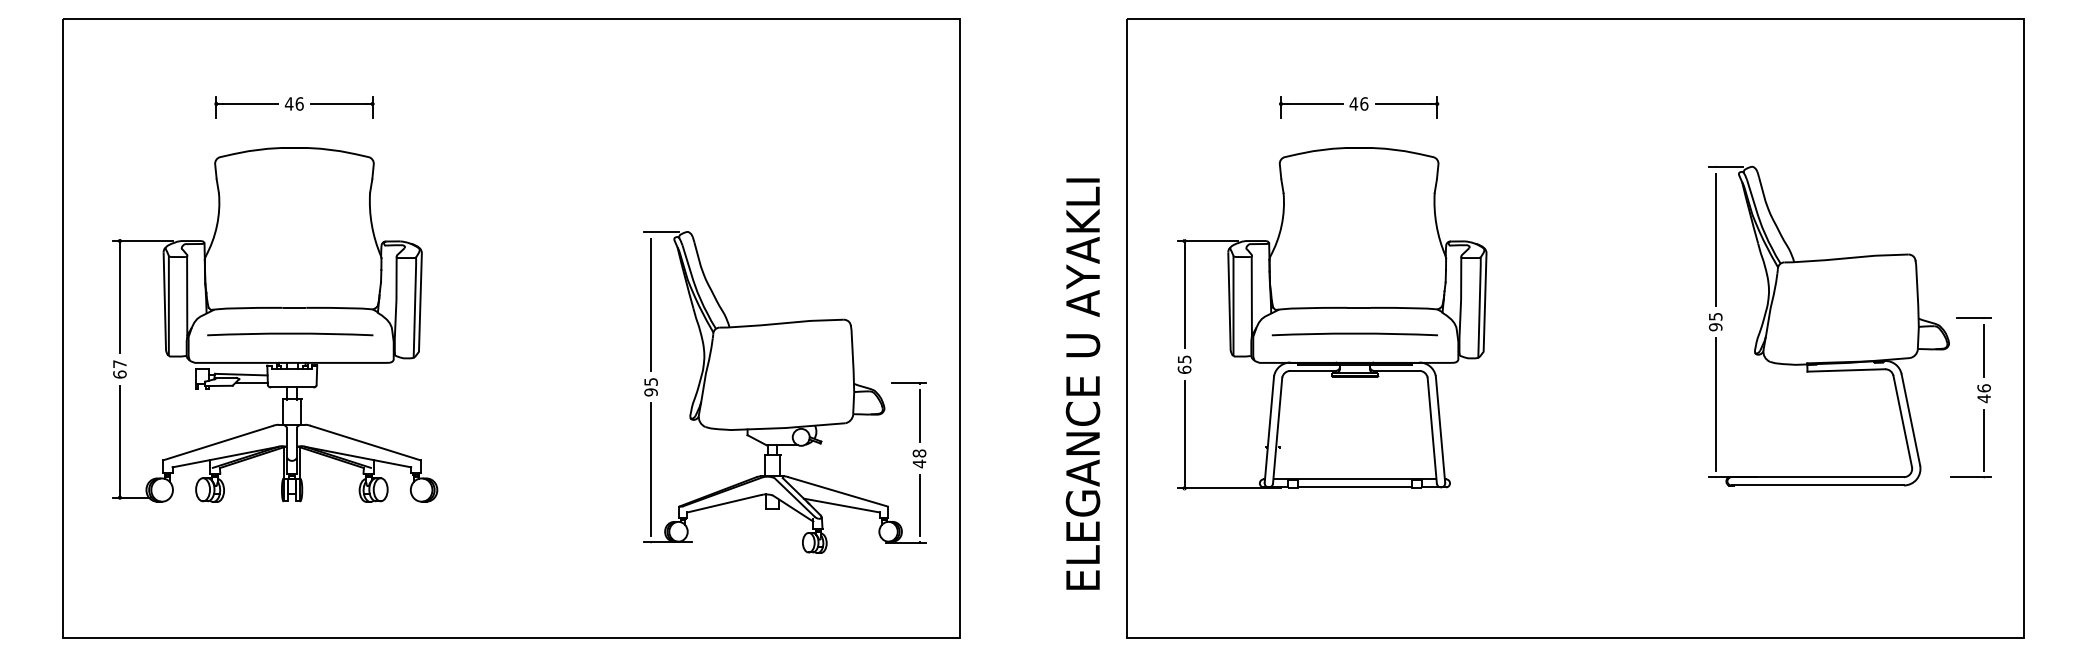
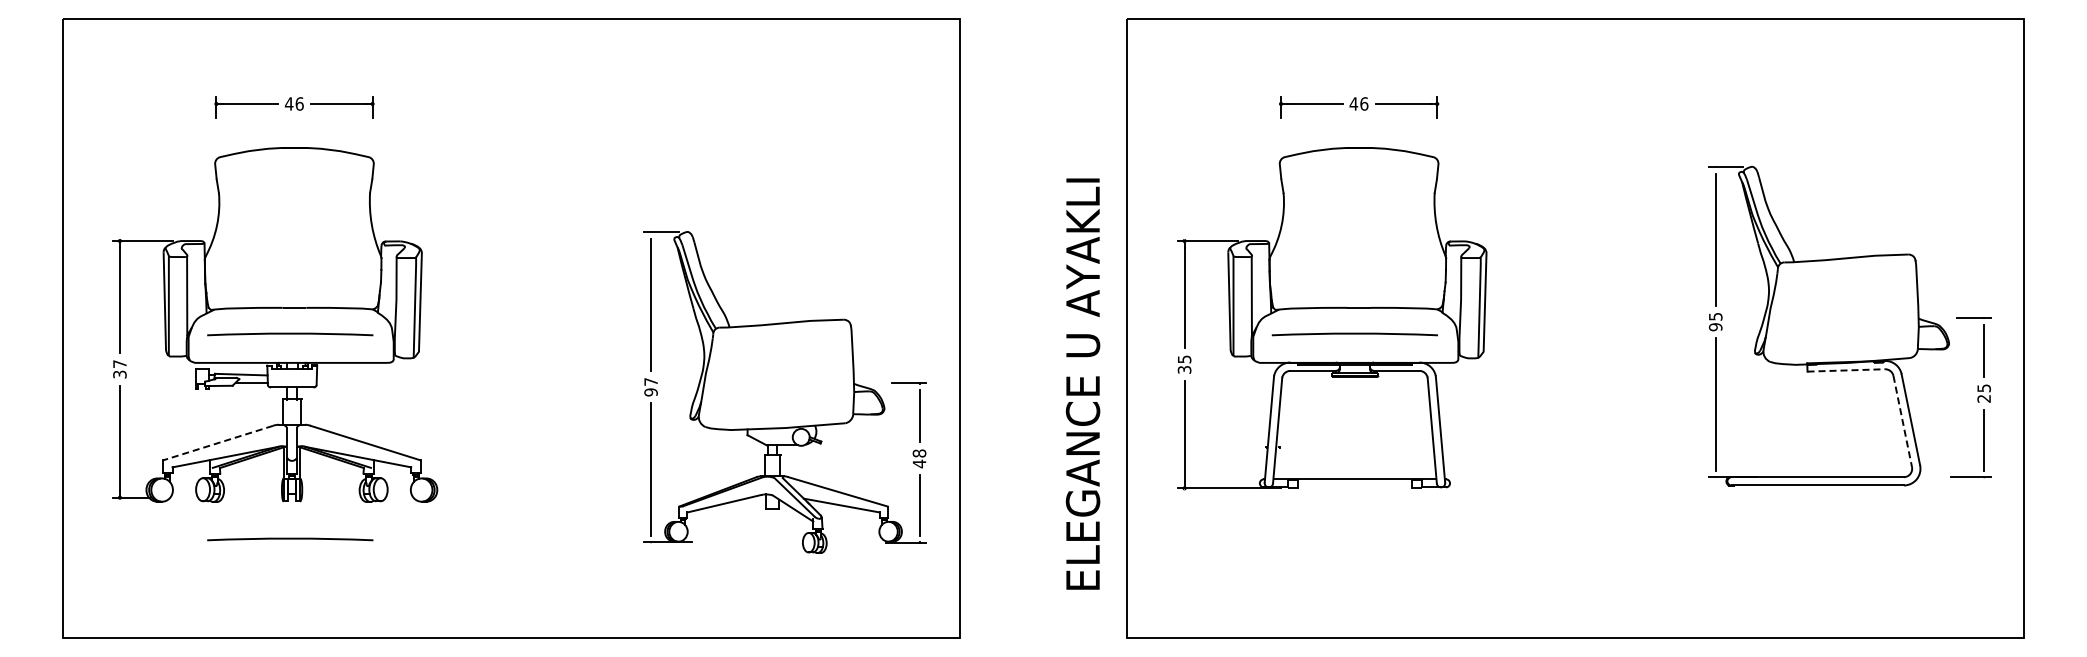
text at (1184, 369): 65 -> 35
line at (1846, 370): solid -> dashed
text at (119, 374): 67 -> 37
text at (650, 381): 95 -> 97
text at (1983, 393): 46 -> 25
line at (1902, 421): solid -> dashed
line at (218, 443): solid -> dashed
line at (1354, 487): present -> none
arc at (290, 539): none -> present
